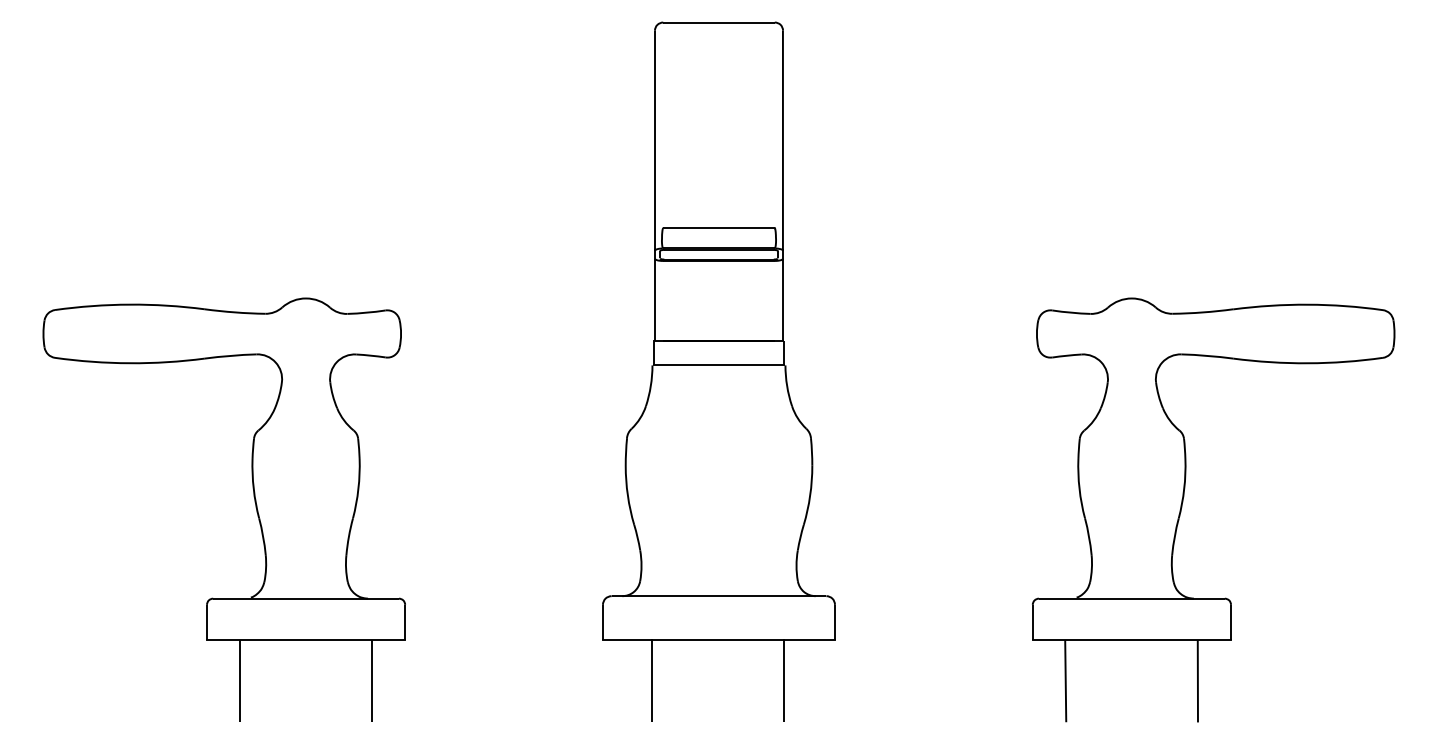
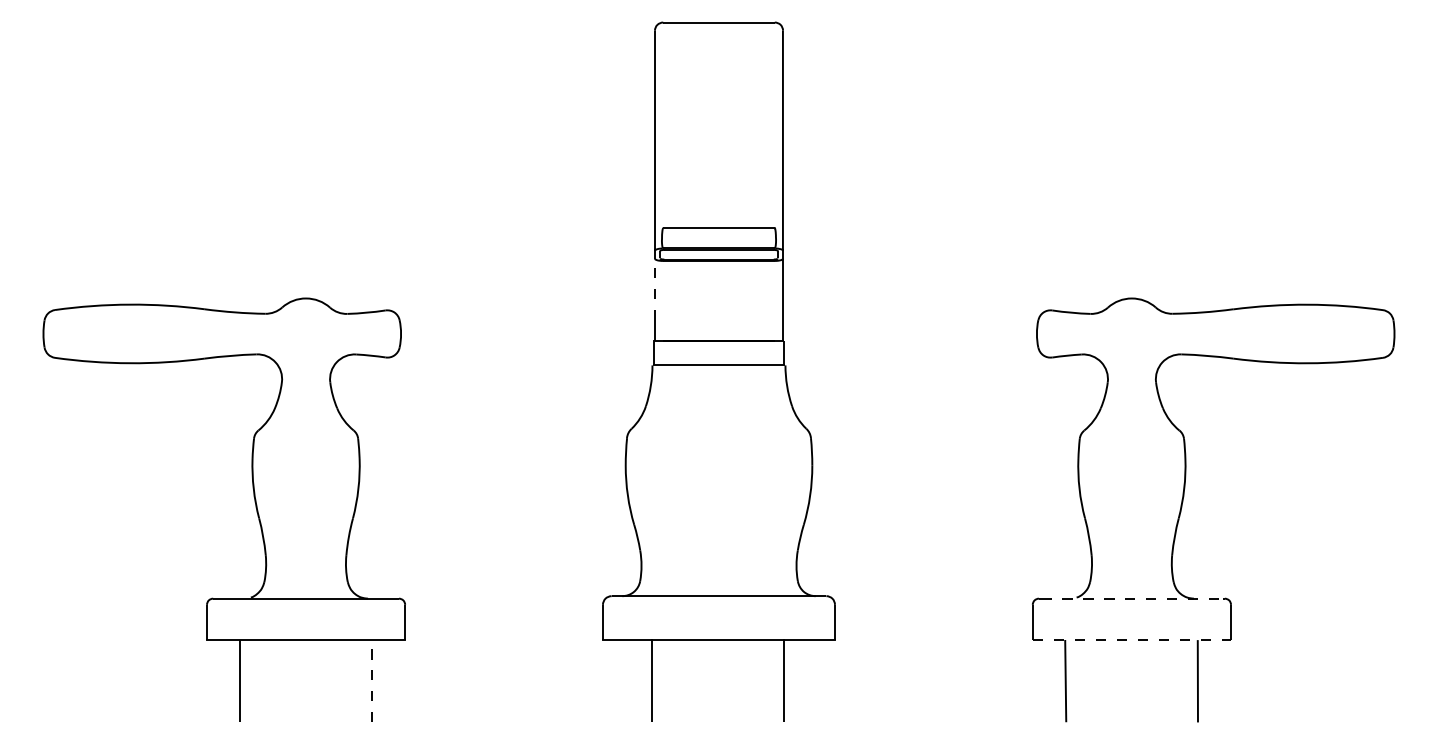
line at (655, 289): solid -> dashed
line at (1131, 598): solid -> dashed
line at (1132, 639): solid -> dashed
line at (372, 680): solid -> dashed
